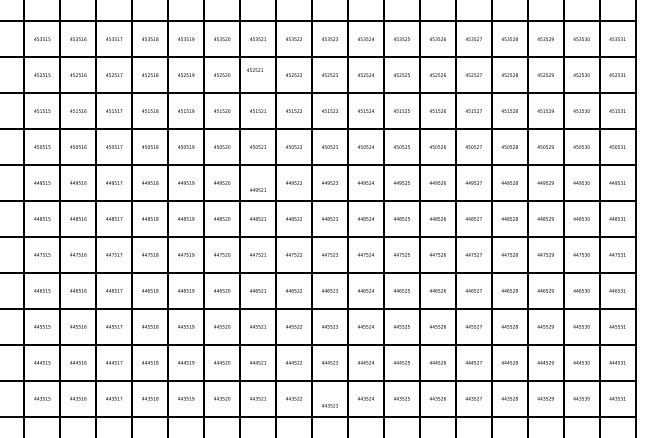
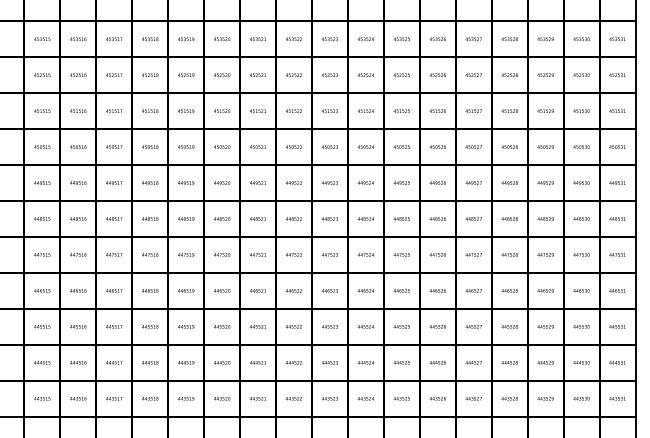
text at (254, 69) position: (254, 69) -> (257, 74)
text at (257, 189) position: (257, 189) -> (257, 182)
text at (329, 405) position: (329, 405) -> (329, 398)
